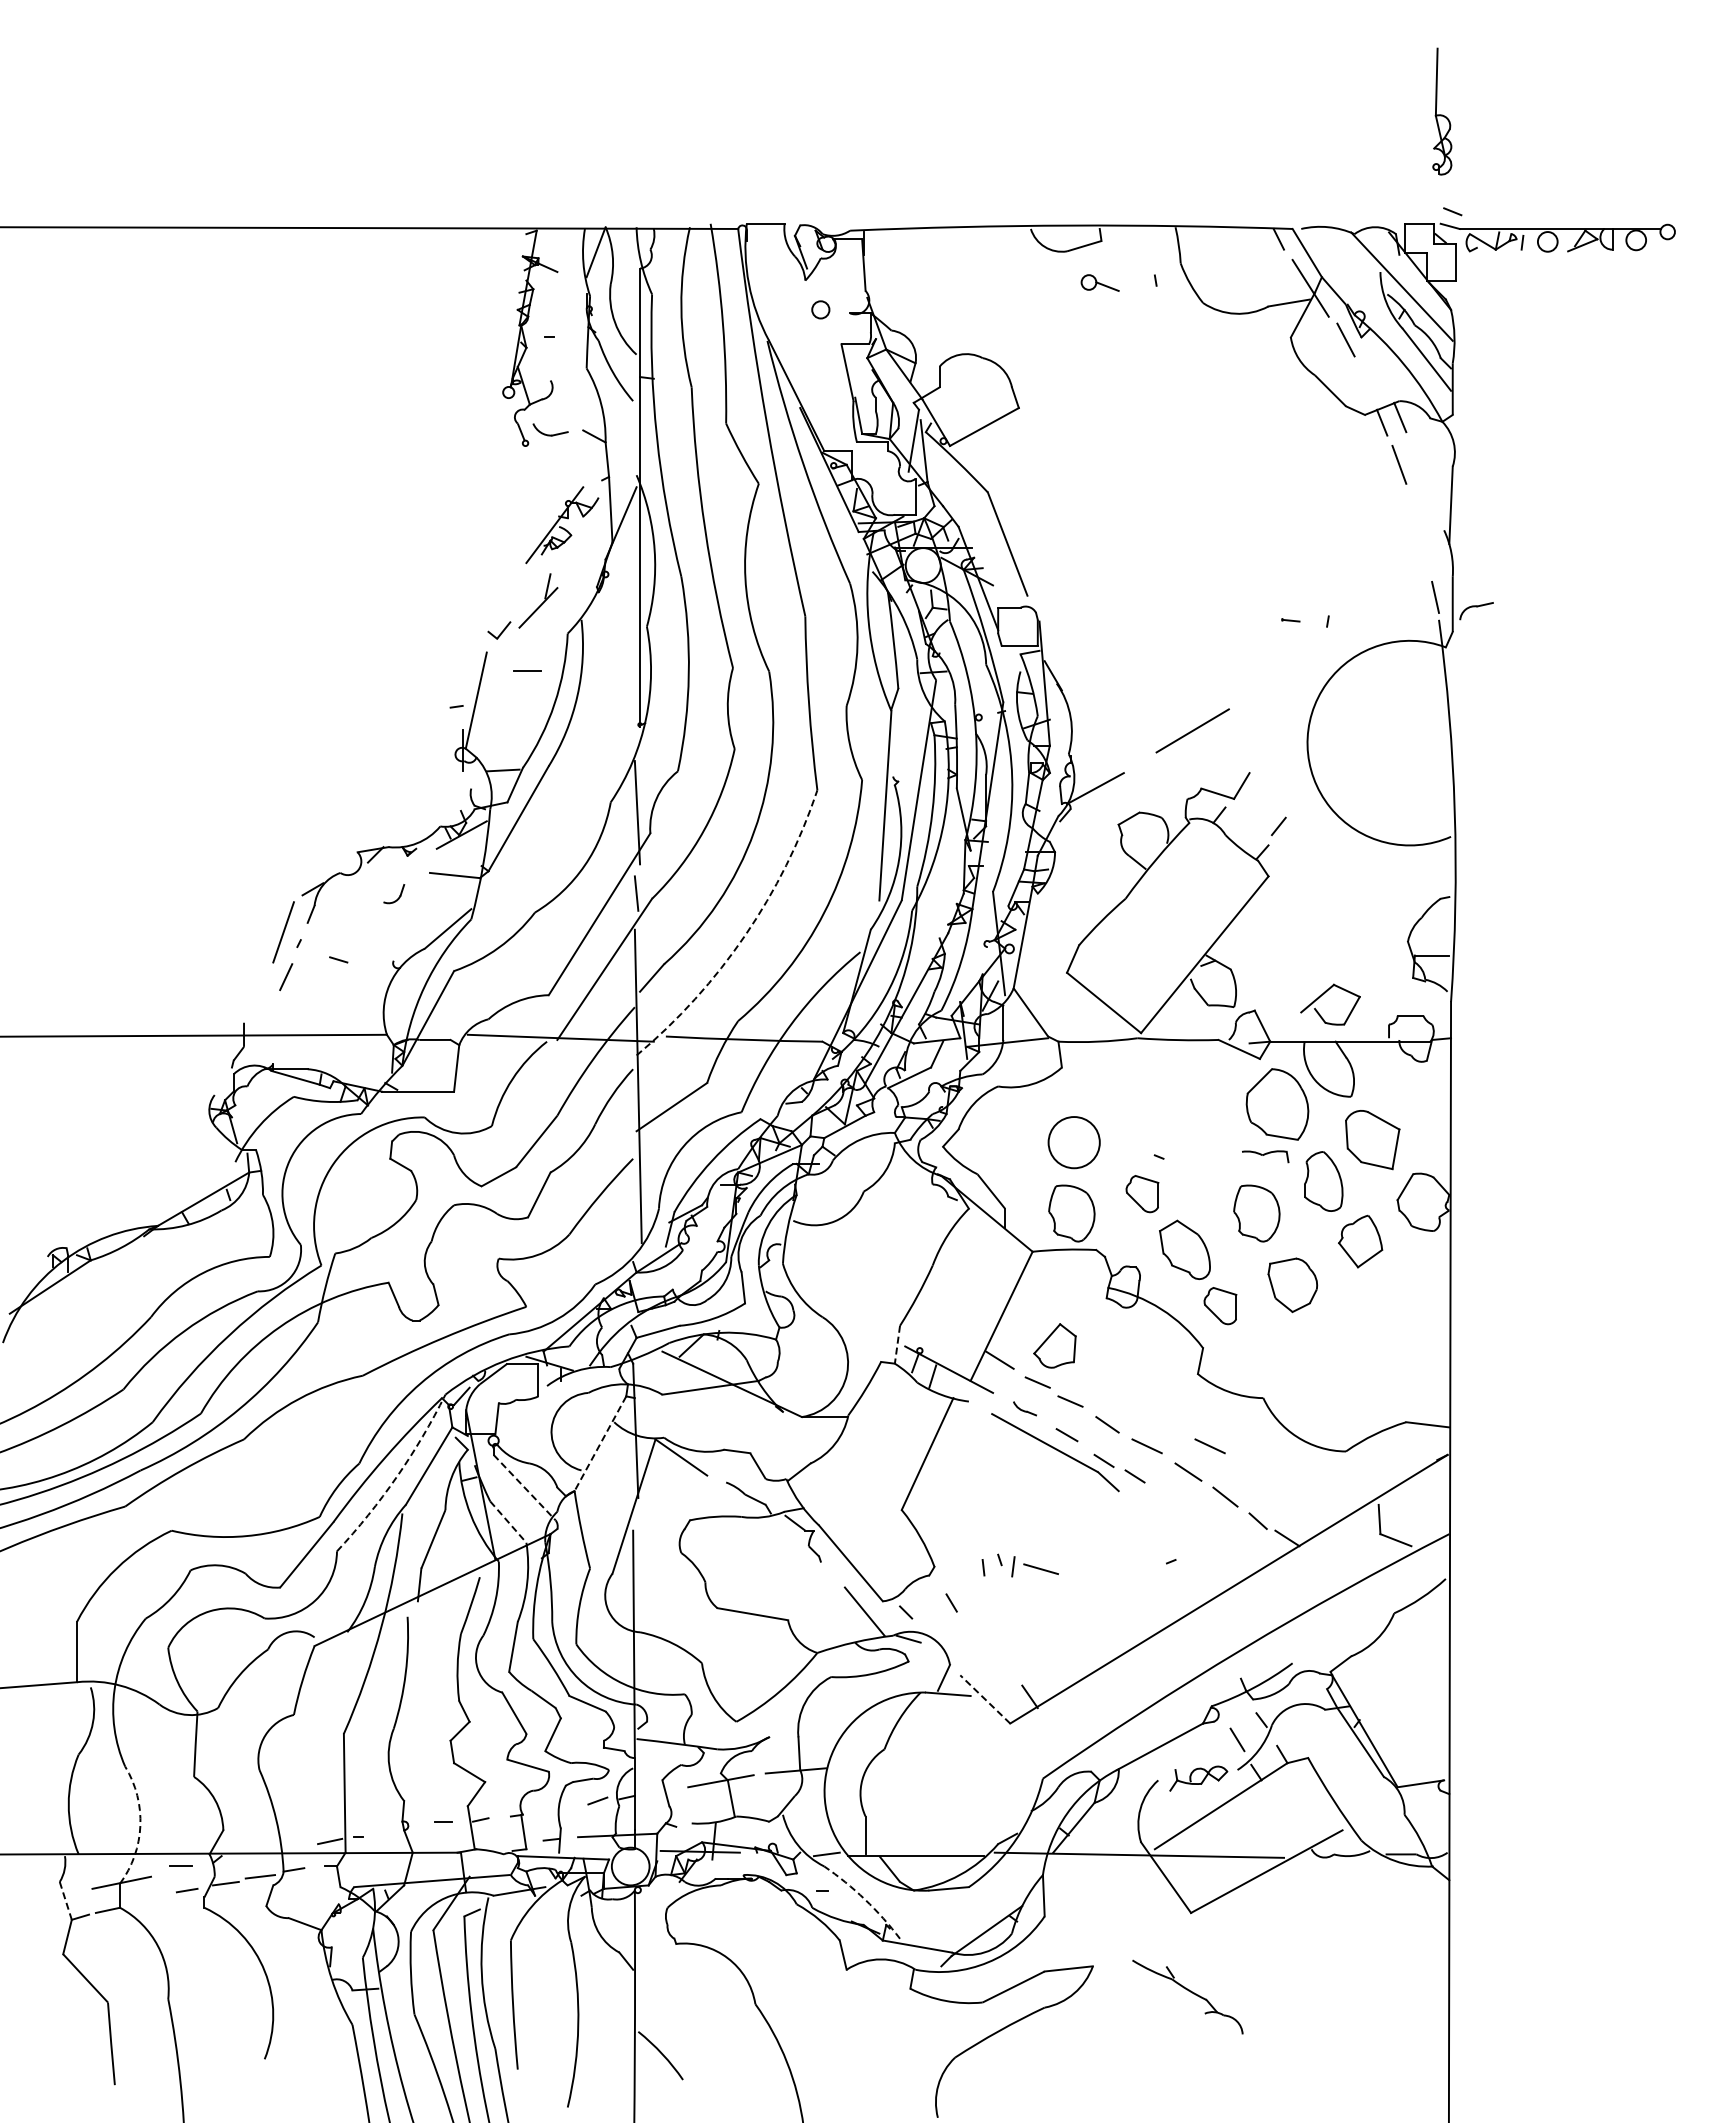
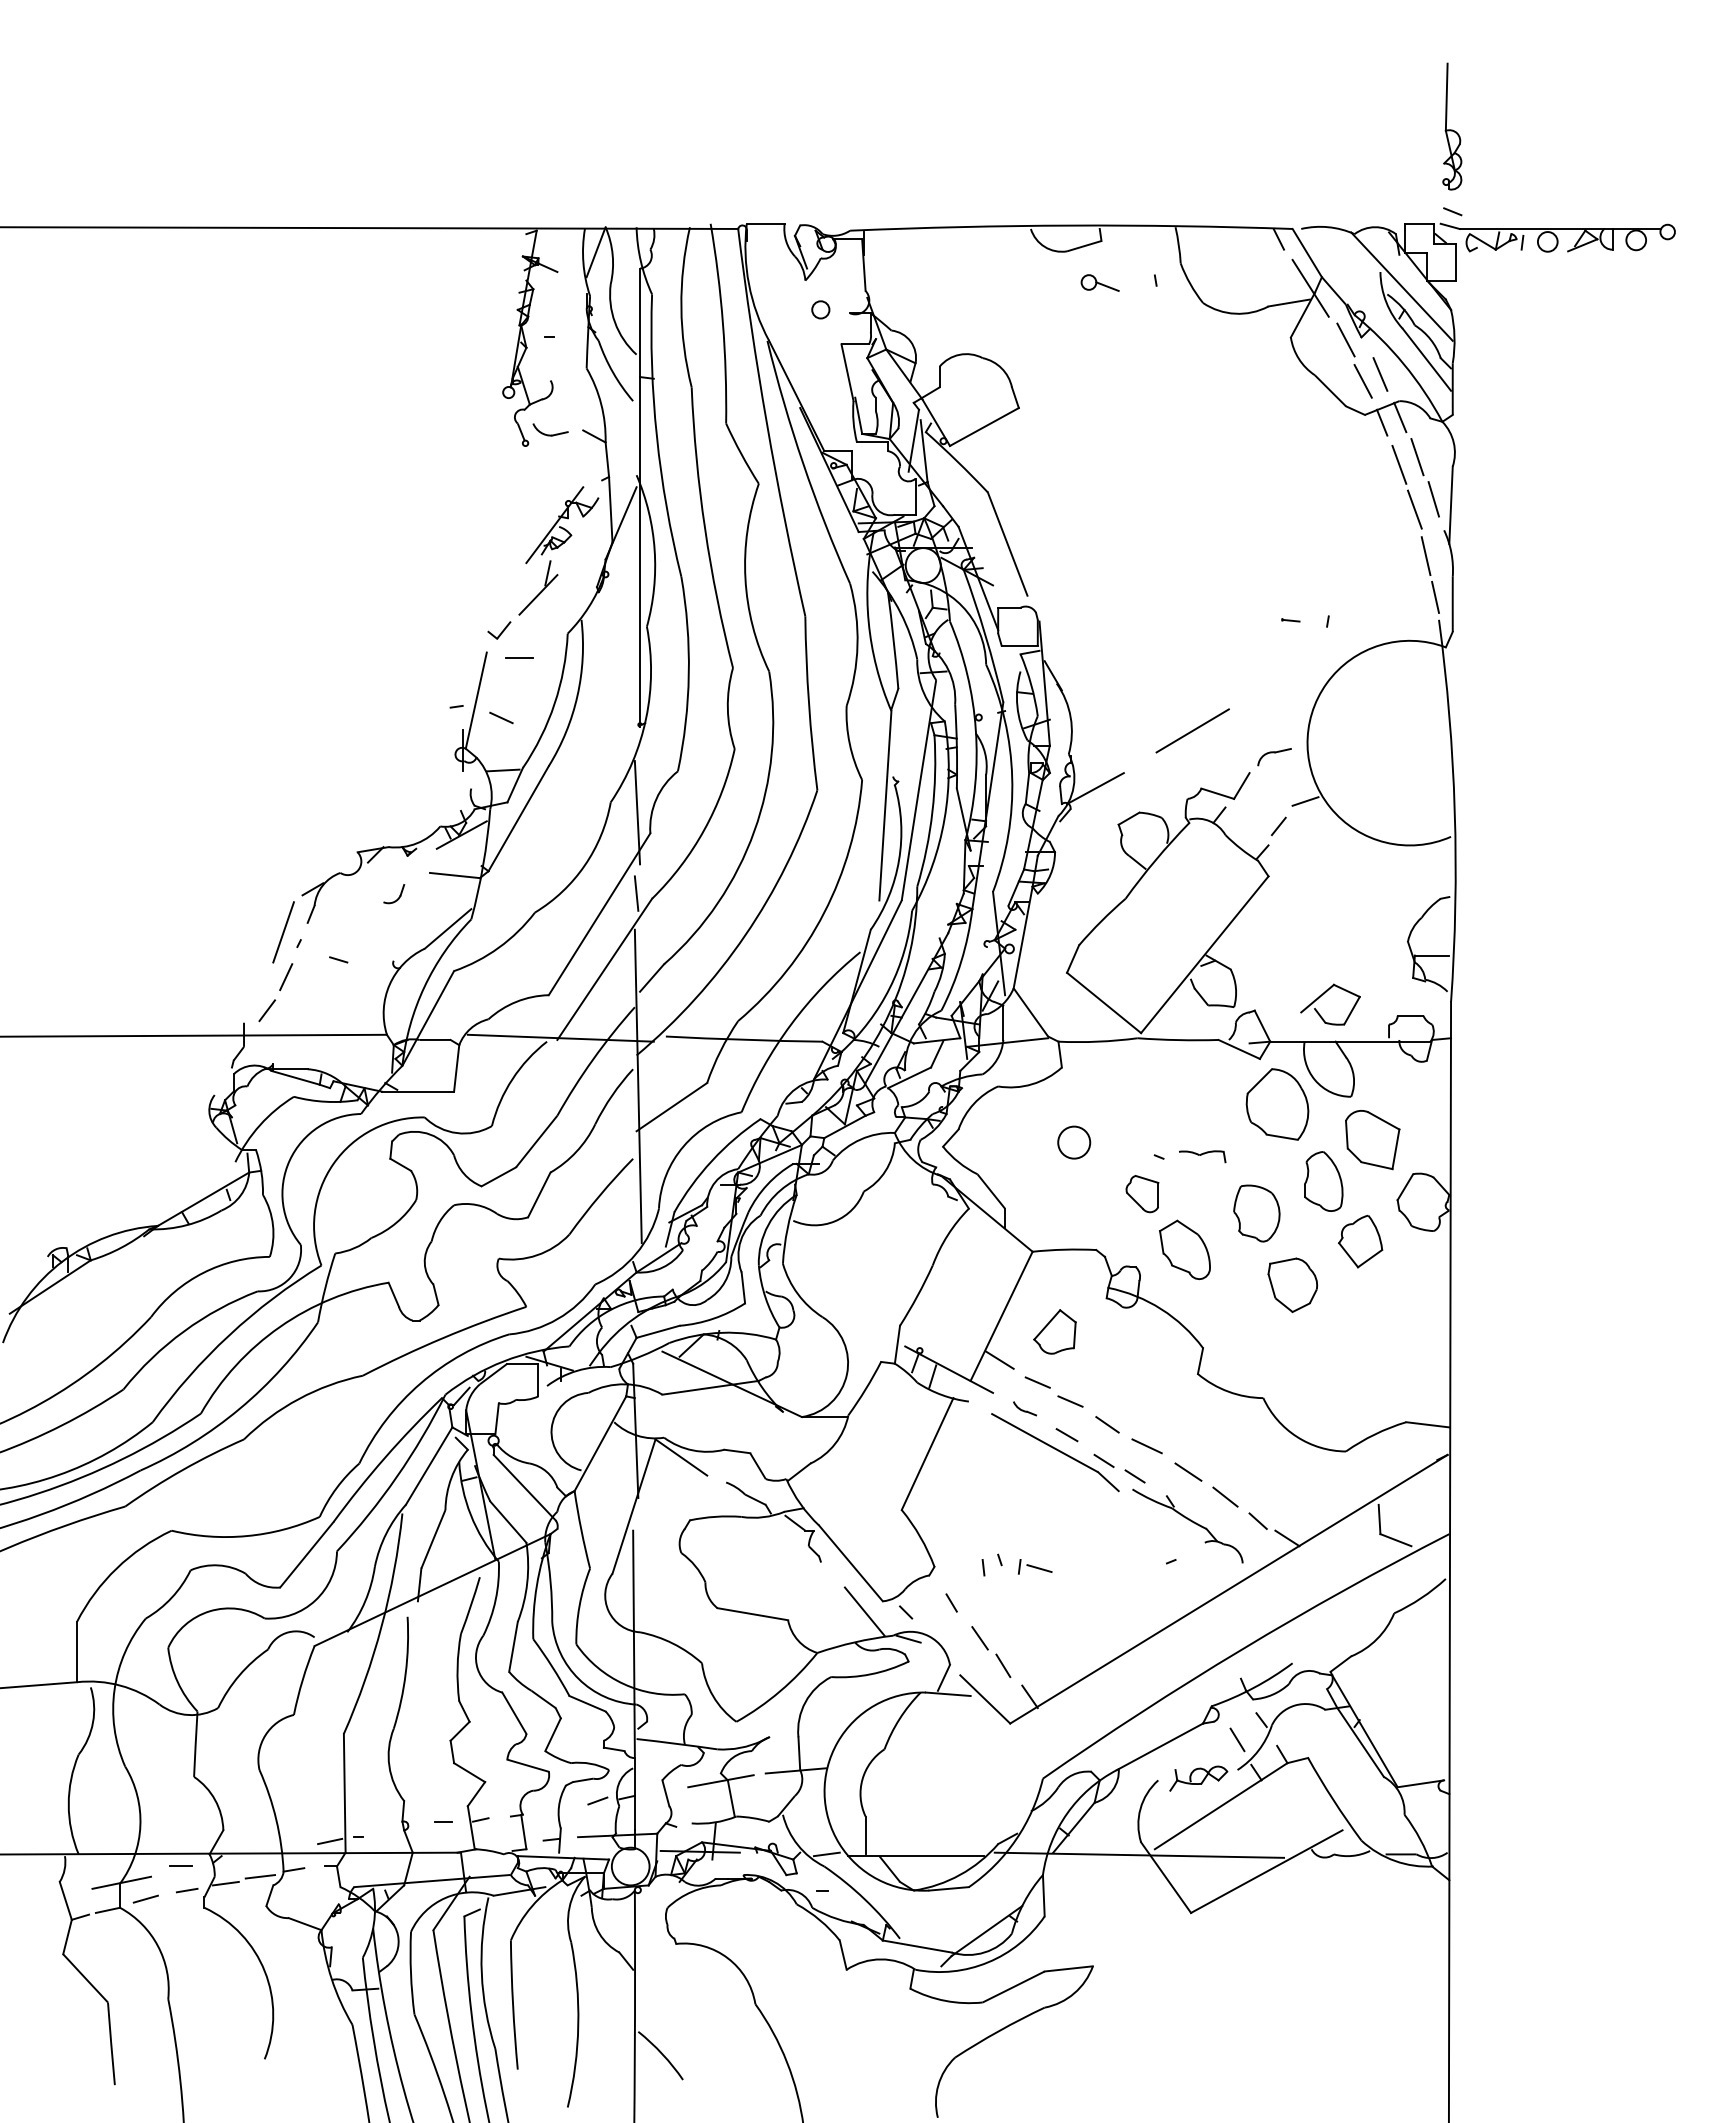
part at (1442, 111) position: (1442, 111) -> (1452, 126)
line at (1380, 374): none -> present
line at (1362, 381): none -> present
line at (1417, 457): none -> present
line at (1433, 499): none -> present
line at (1414, 509): none -> present
line at (1425, 556): none -> present
part at (538, 600) position: (538, 600) -> (538, 587)
part at (1476, 611) position: (1476, 611) -> (1274, 757)
line at (527, 670) position: (527, 670) -> (519, 657)
line at (501, 717): none -> present
line at (1305, 801): none -> present
arc at (745, 935): dashed -> solid
line at (267, 1010): none -> present
circle at (1073, 1142) diameter: 51 px -> 32 px
part at (1265, 1156) position: (1265, 1156) -> (1202, 1156)
part at (1071, 1213): present -> none
part at (1220, 1306): present -> none
line at (897, 1345): dashed -> solid
part at (1054, 1345) position: (1054, 1345) -> (1054, 1331)
line at (600, 1443): dashed -> solid
line at (1209, 1446): present -> none
arc at (396, 1476): dashed -> solid
line at (525, 1488): dashed -> solid
line at (508, 1522): dashed -> solid
part at (1034, 1566) size: 48x22 px -> 35x16 px
line at (979, 1638): none -> present
line at (1003, 1665): none -> present
line at (985, 1699): dashed -> solid
arc at (140, 1825): dashed -> solid
line at (145, 1898): none -> present
arc at (865, 1899): dashed -> solid
line at (65, 1900): dashed -> solid
part at (1187, 1996) position: (1187, 1996) -> (1187, 1525)
